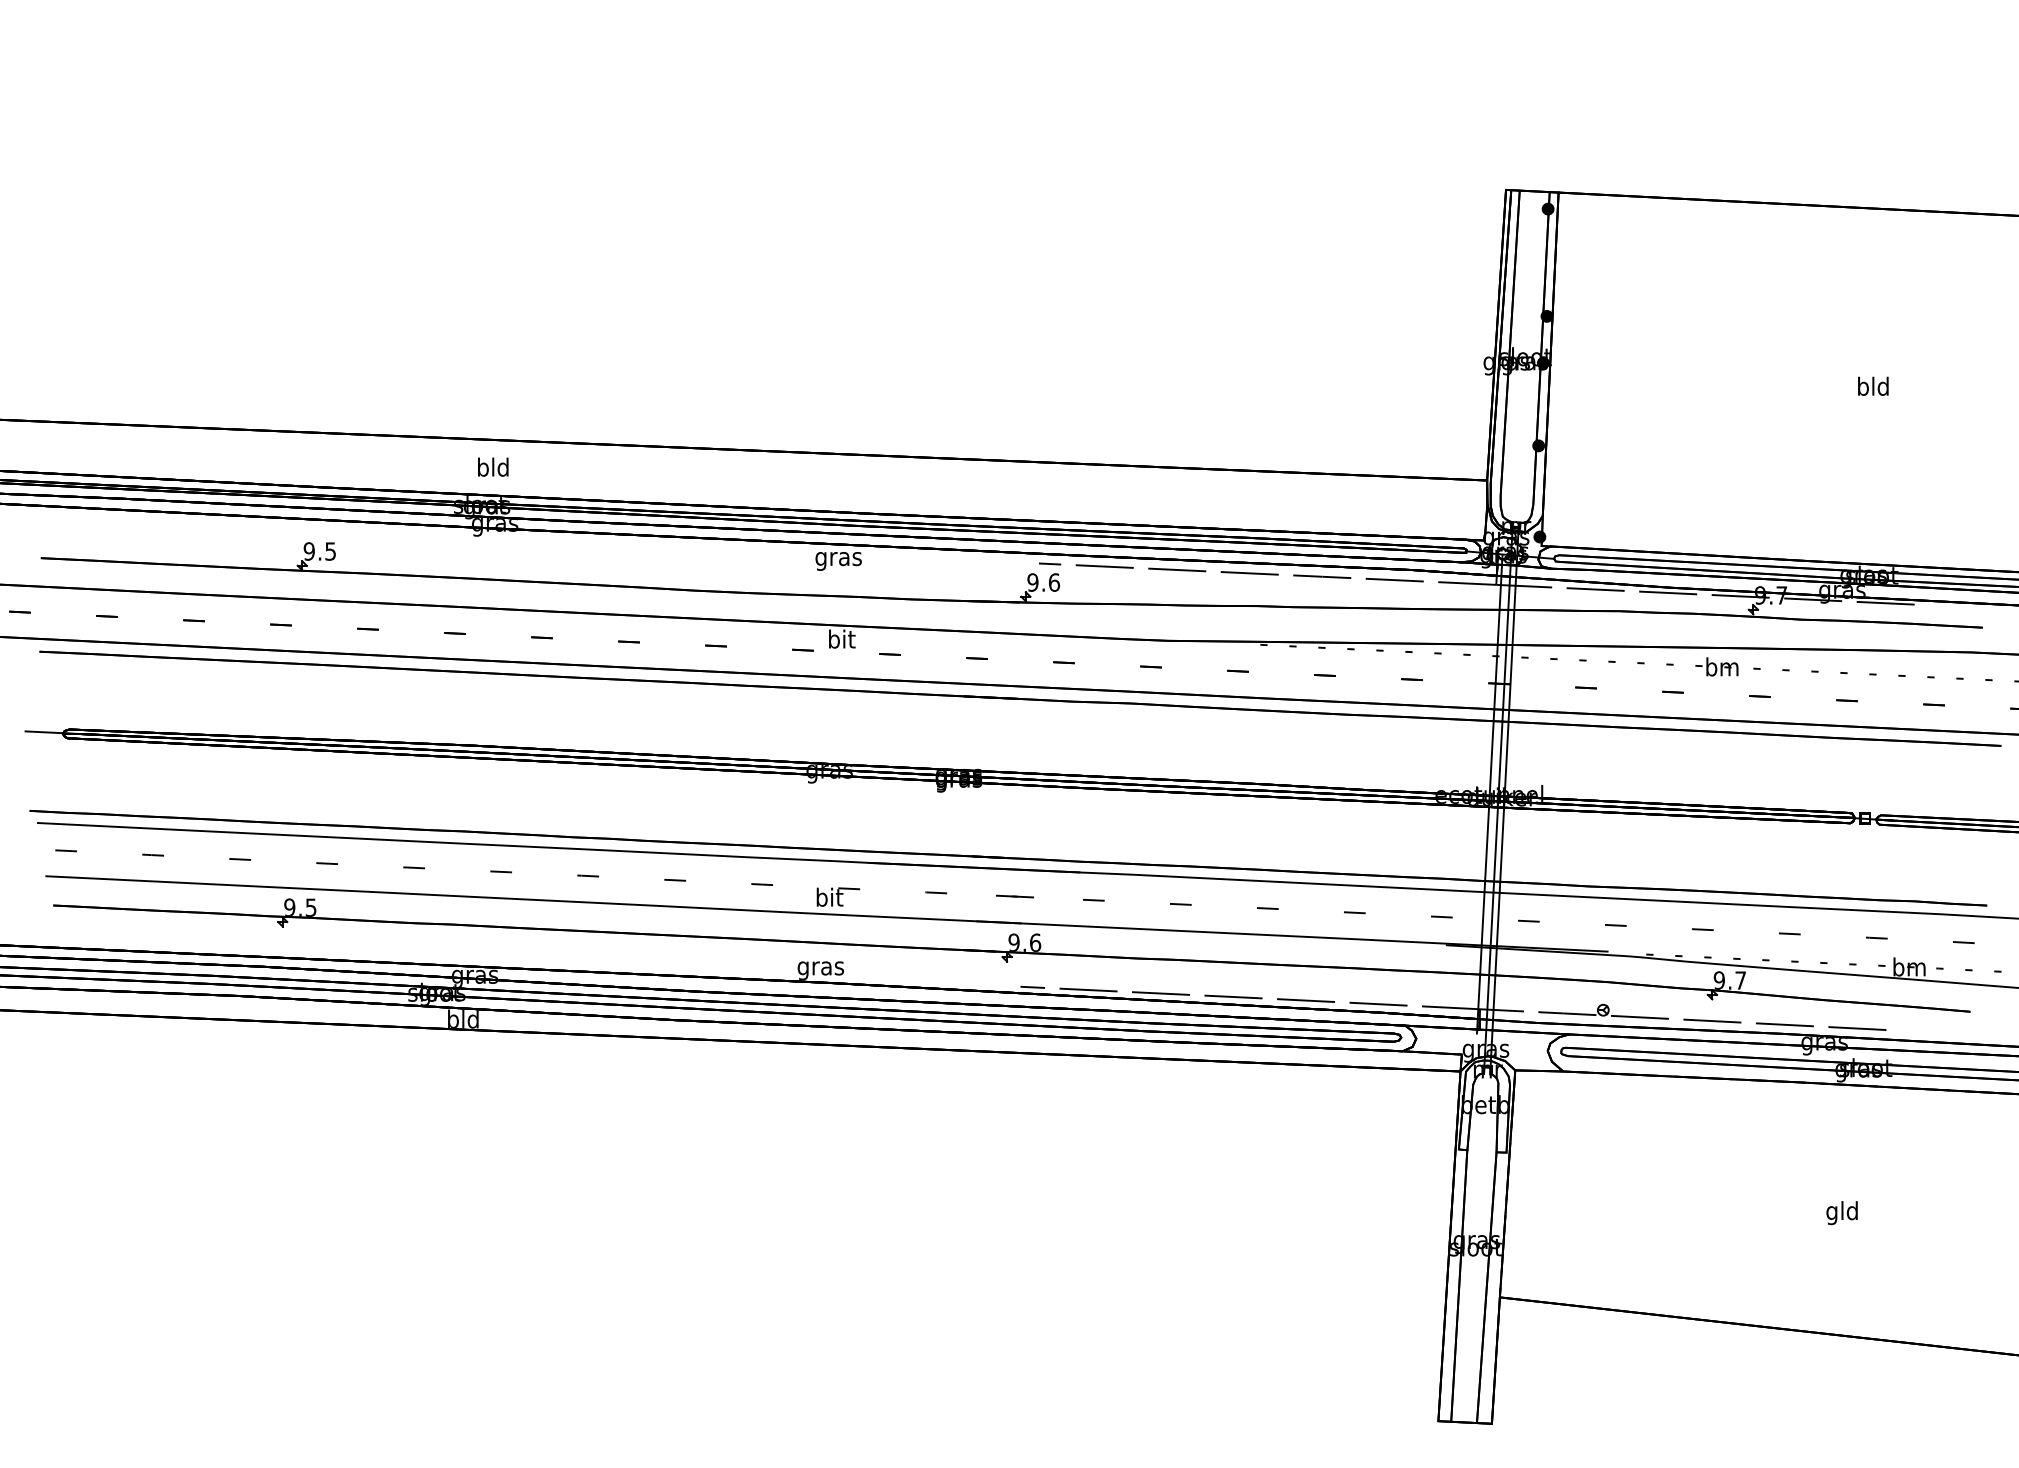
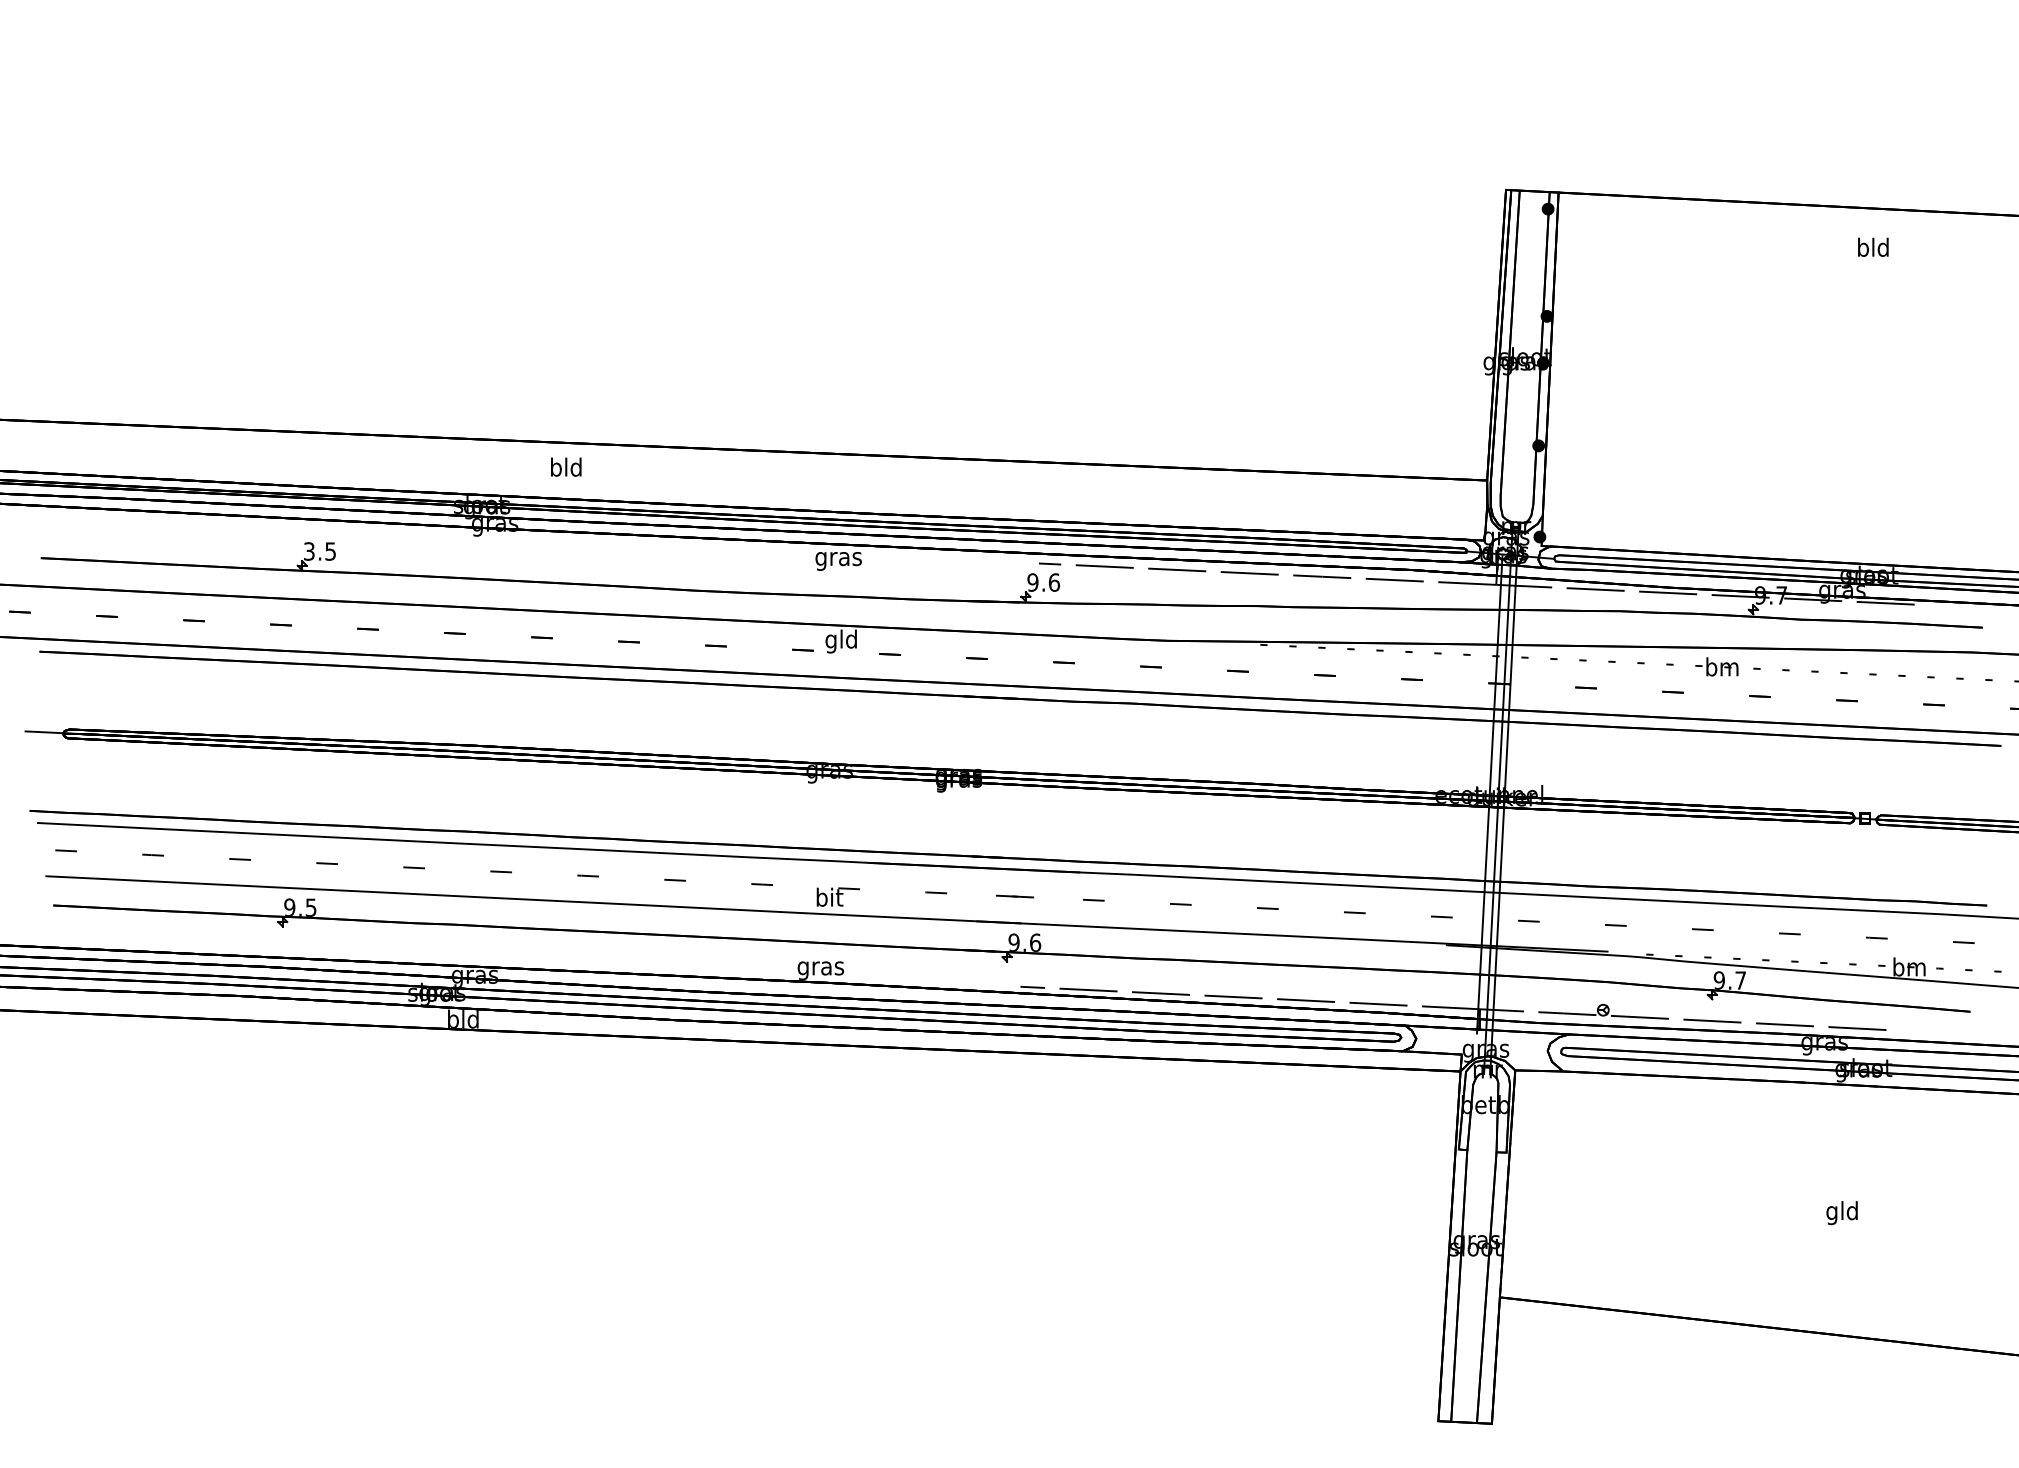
text at (1873, 385) position: (1873, 385) -> (1873, 246)
text at (493, 466) position: (493, 466) -> (566, 466)
text at (308, 551): 9.5 -> 3.5
text at (840, 641): bit -> gld
